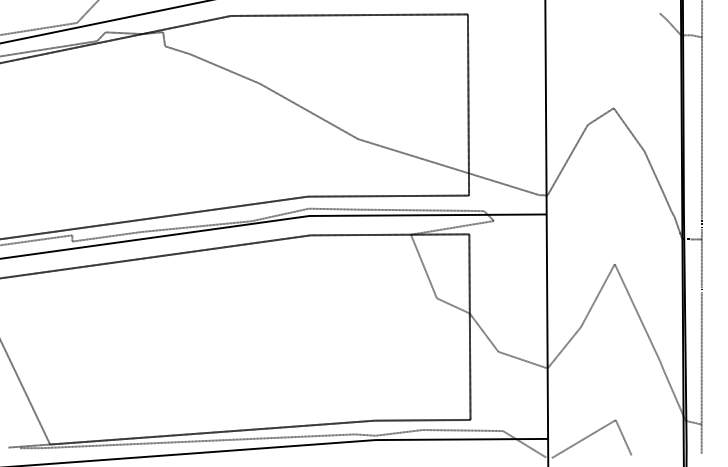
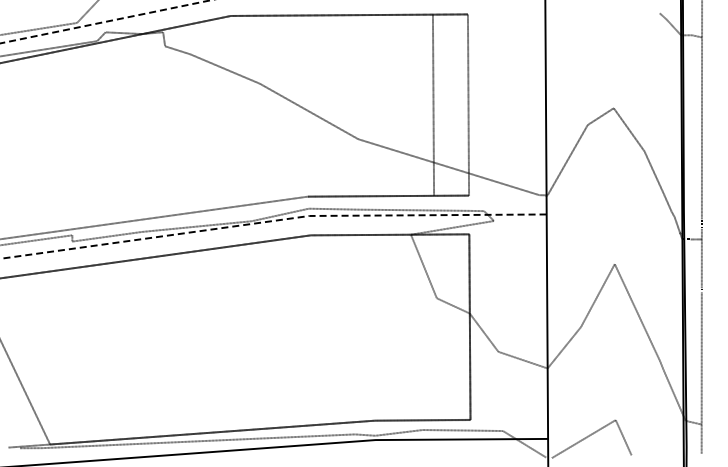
line at (106, 21): solid -> dashed
line at (468, 104) position: (468, 104) -> (433, 104)
line at (154, 217): present -> none
line at (273, 220): solid -> dashed
